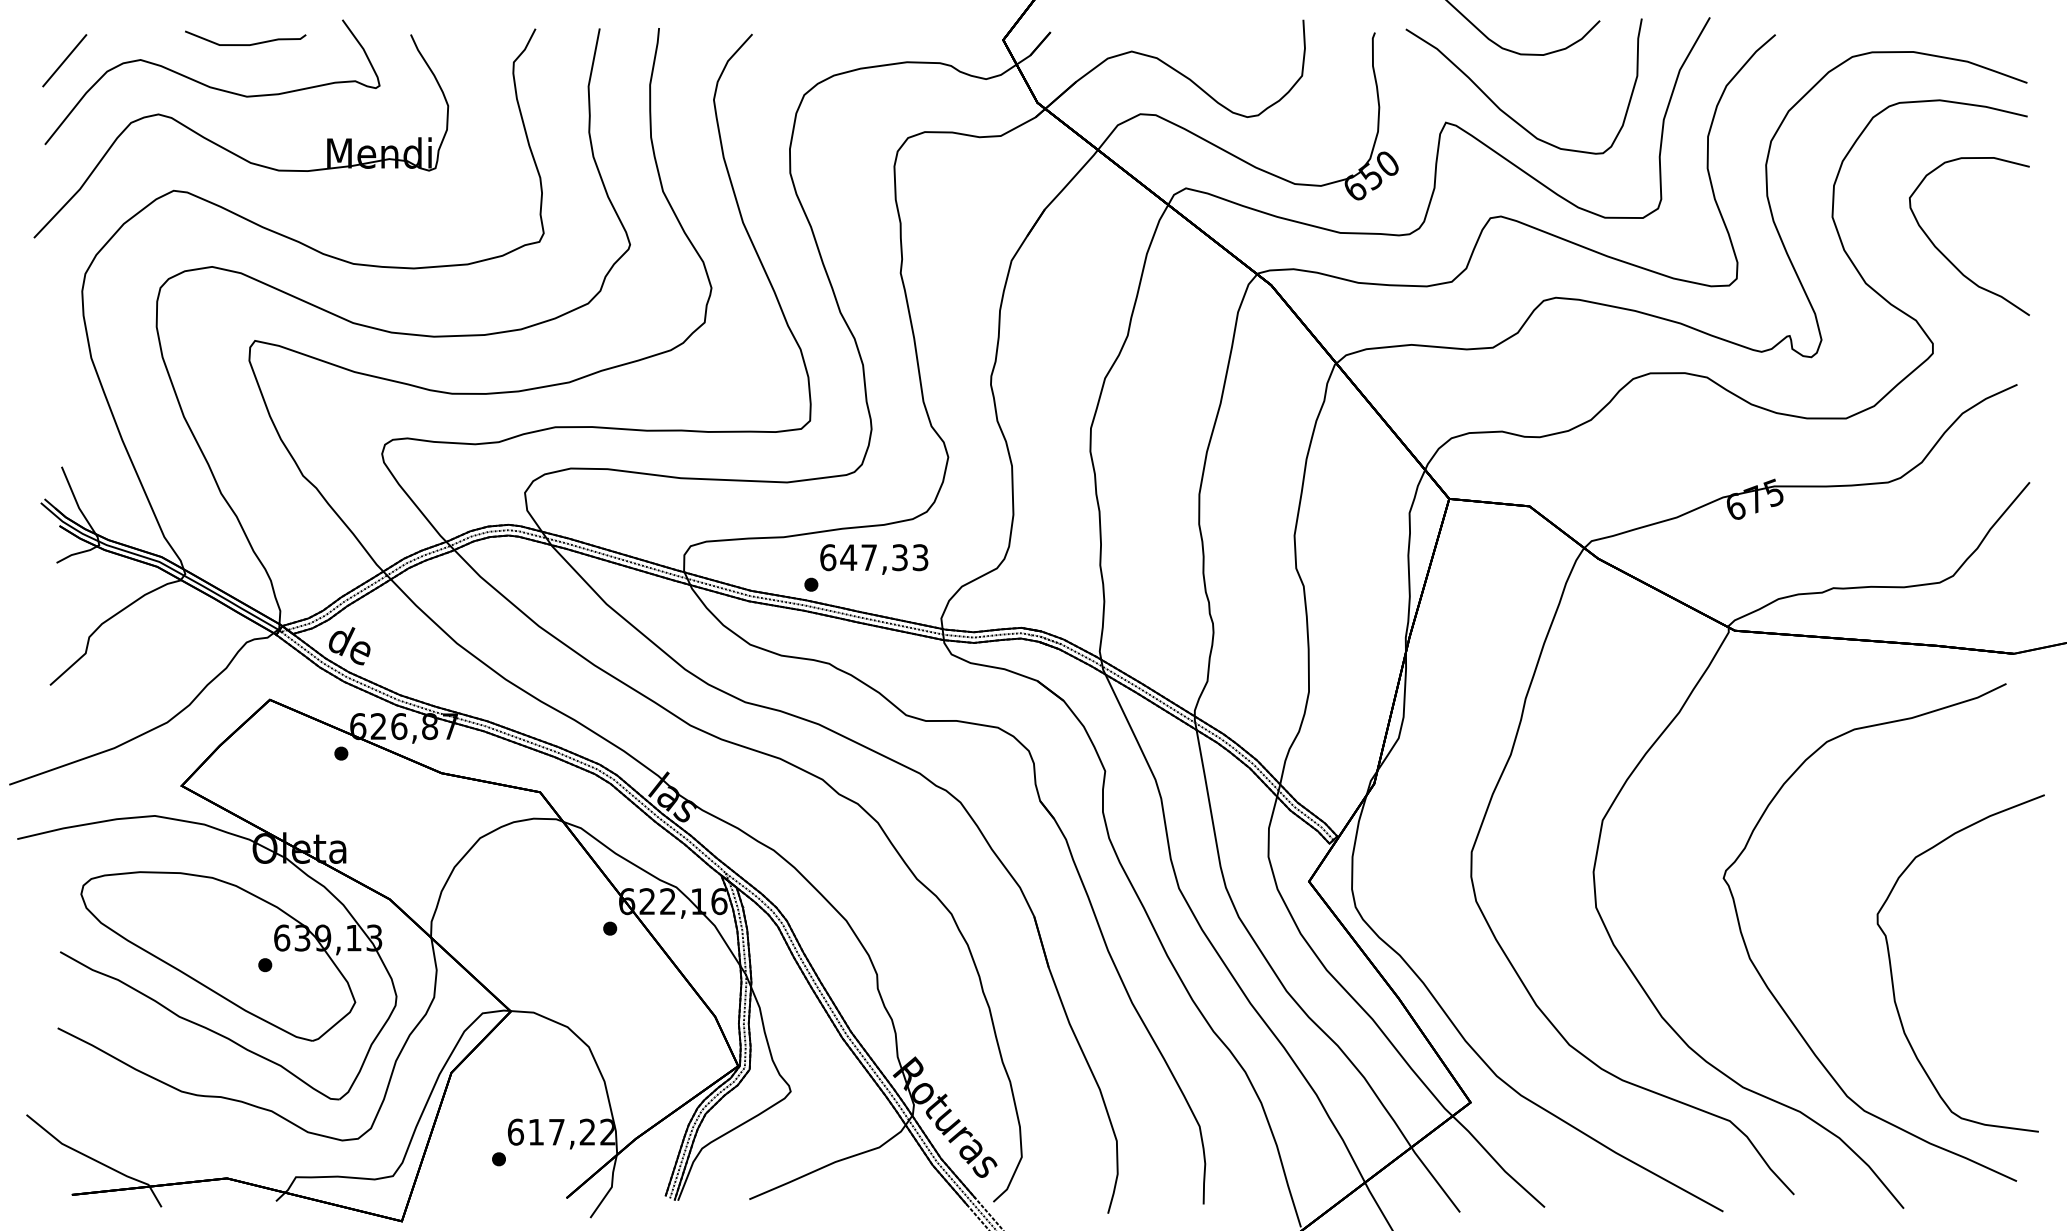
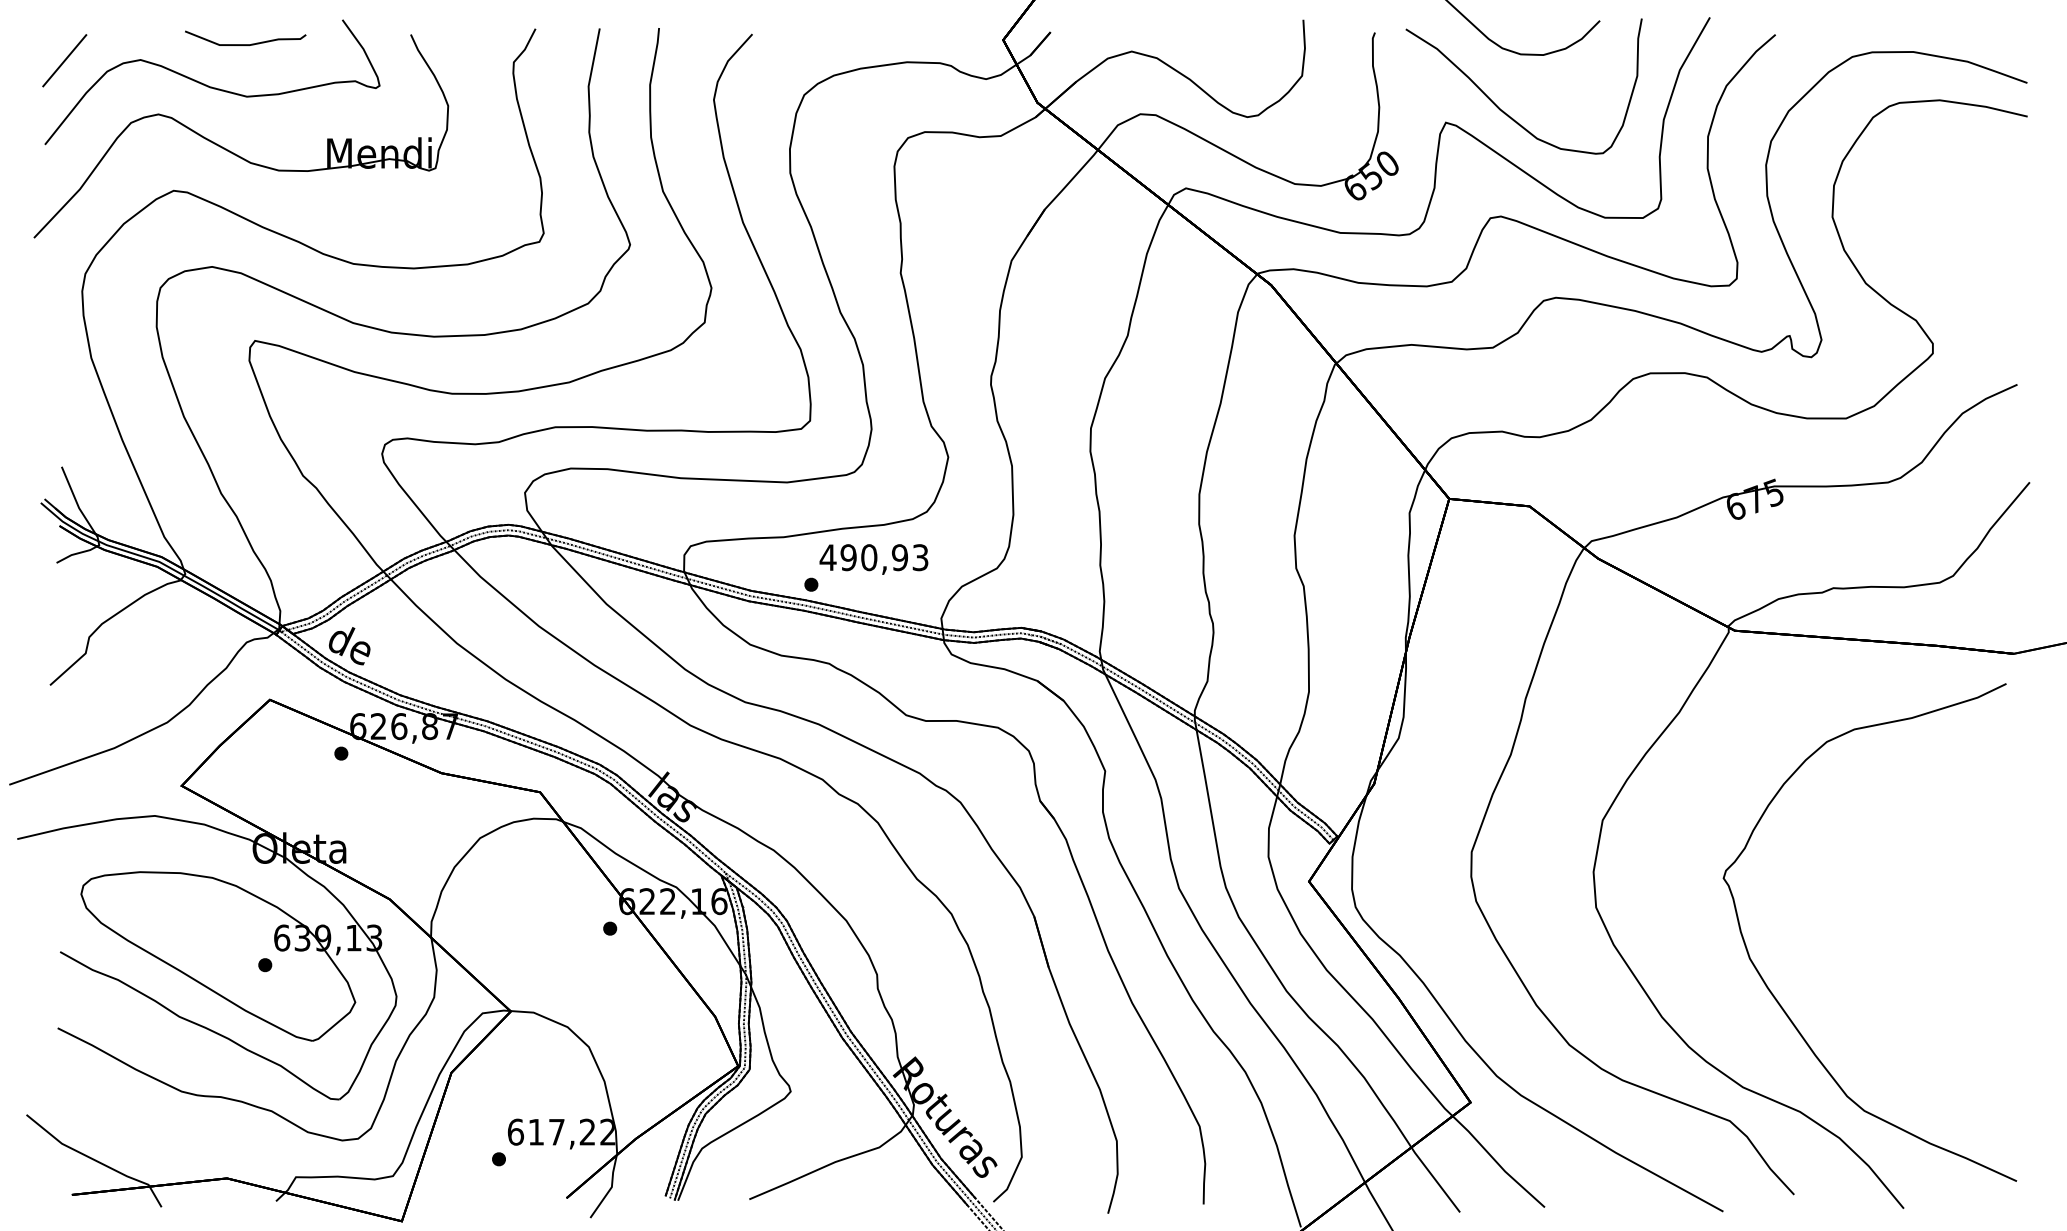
curve at (1947, 257): present -> none
text at (863, 557): 647,33 -> 490,93
curve at (1892, 972): present -> none
